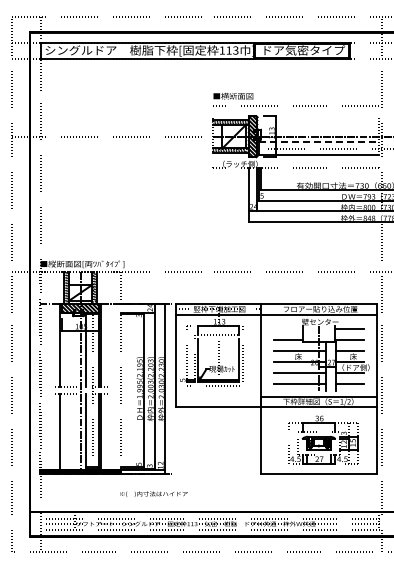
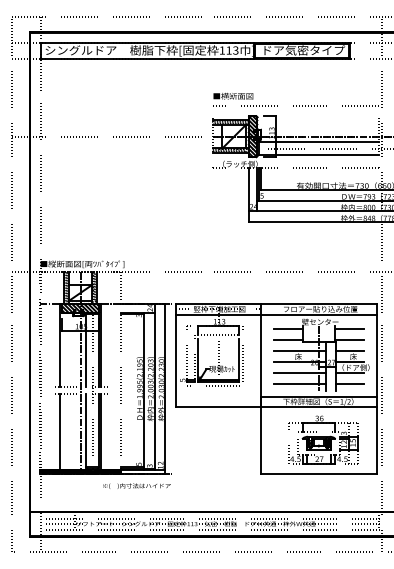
line at (318, 142): dashed -> solid
line at (287, 329): none -> present
text at (153, 493) position: (153, 493) -> (136, 485)
